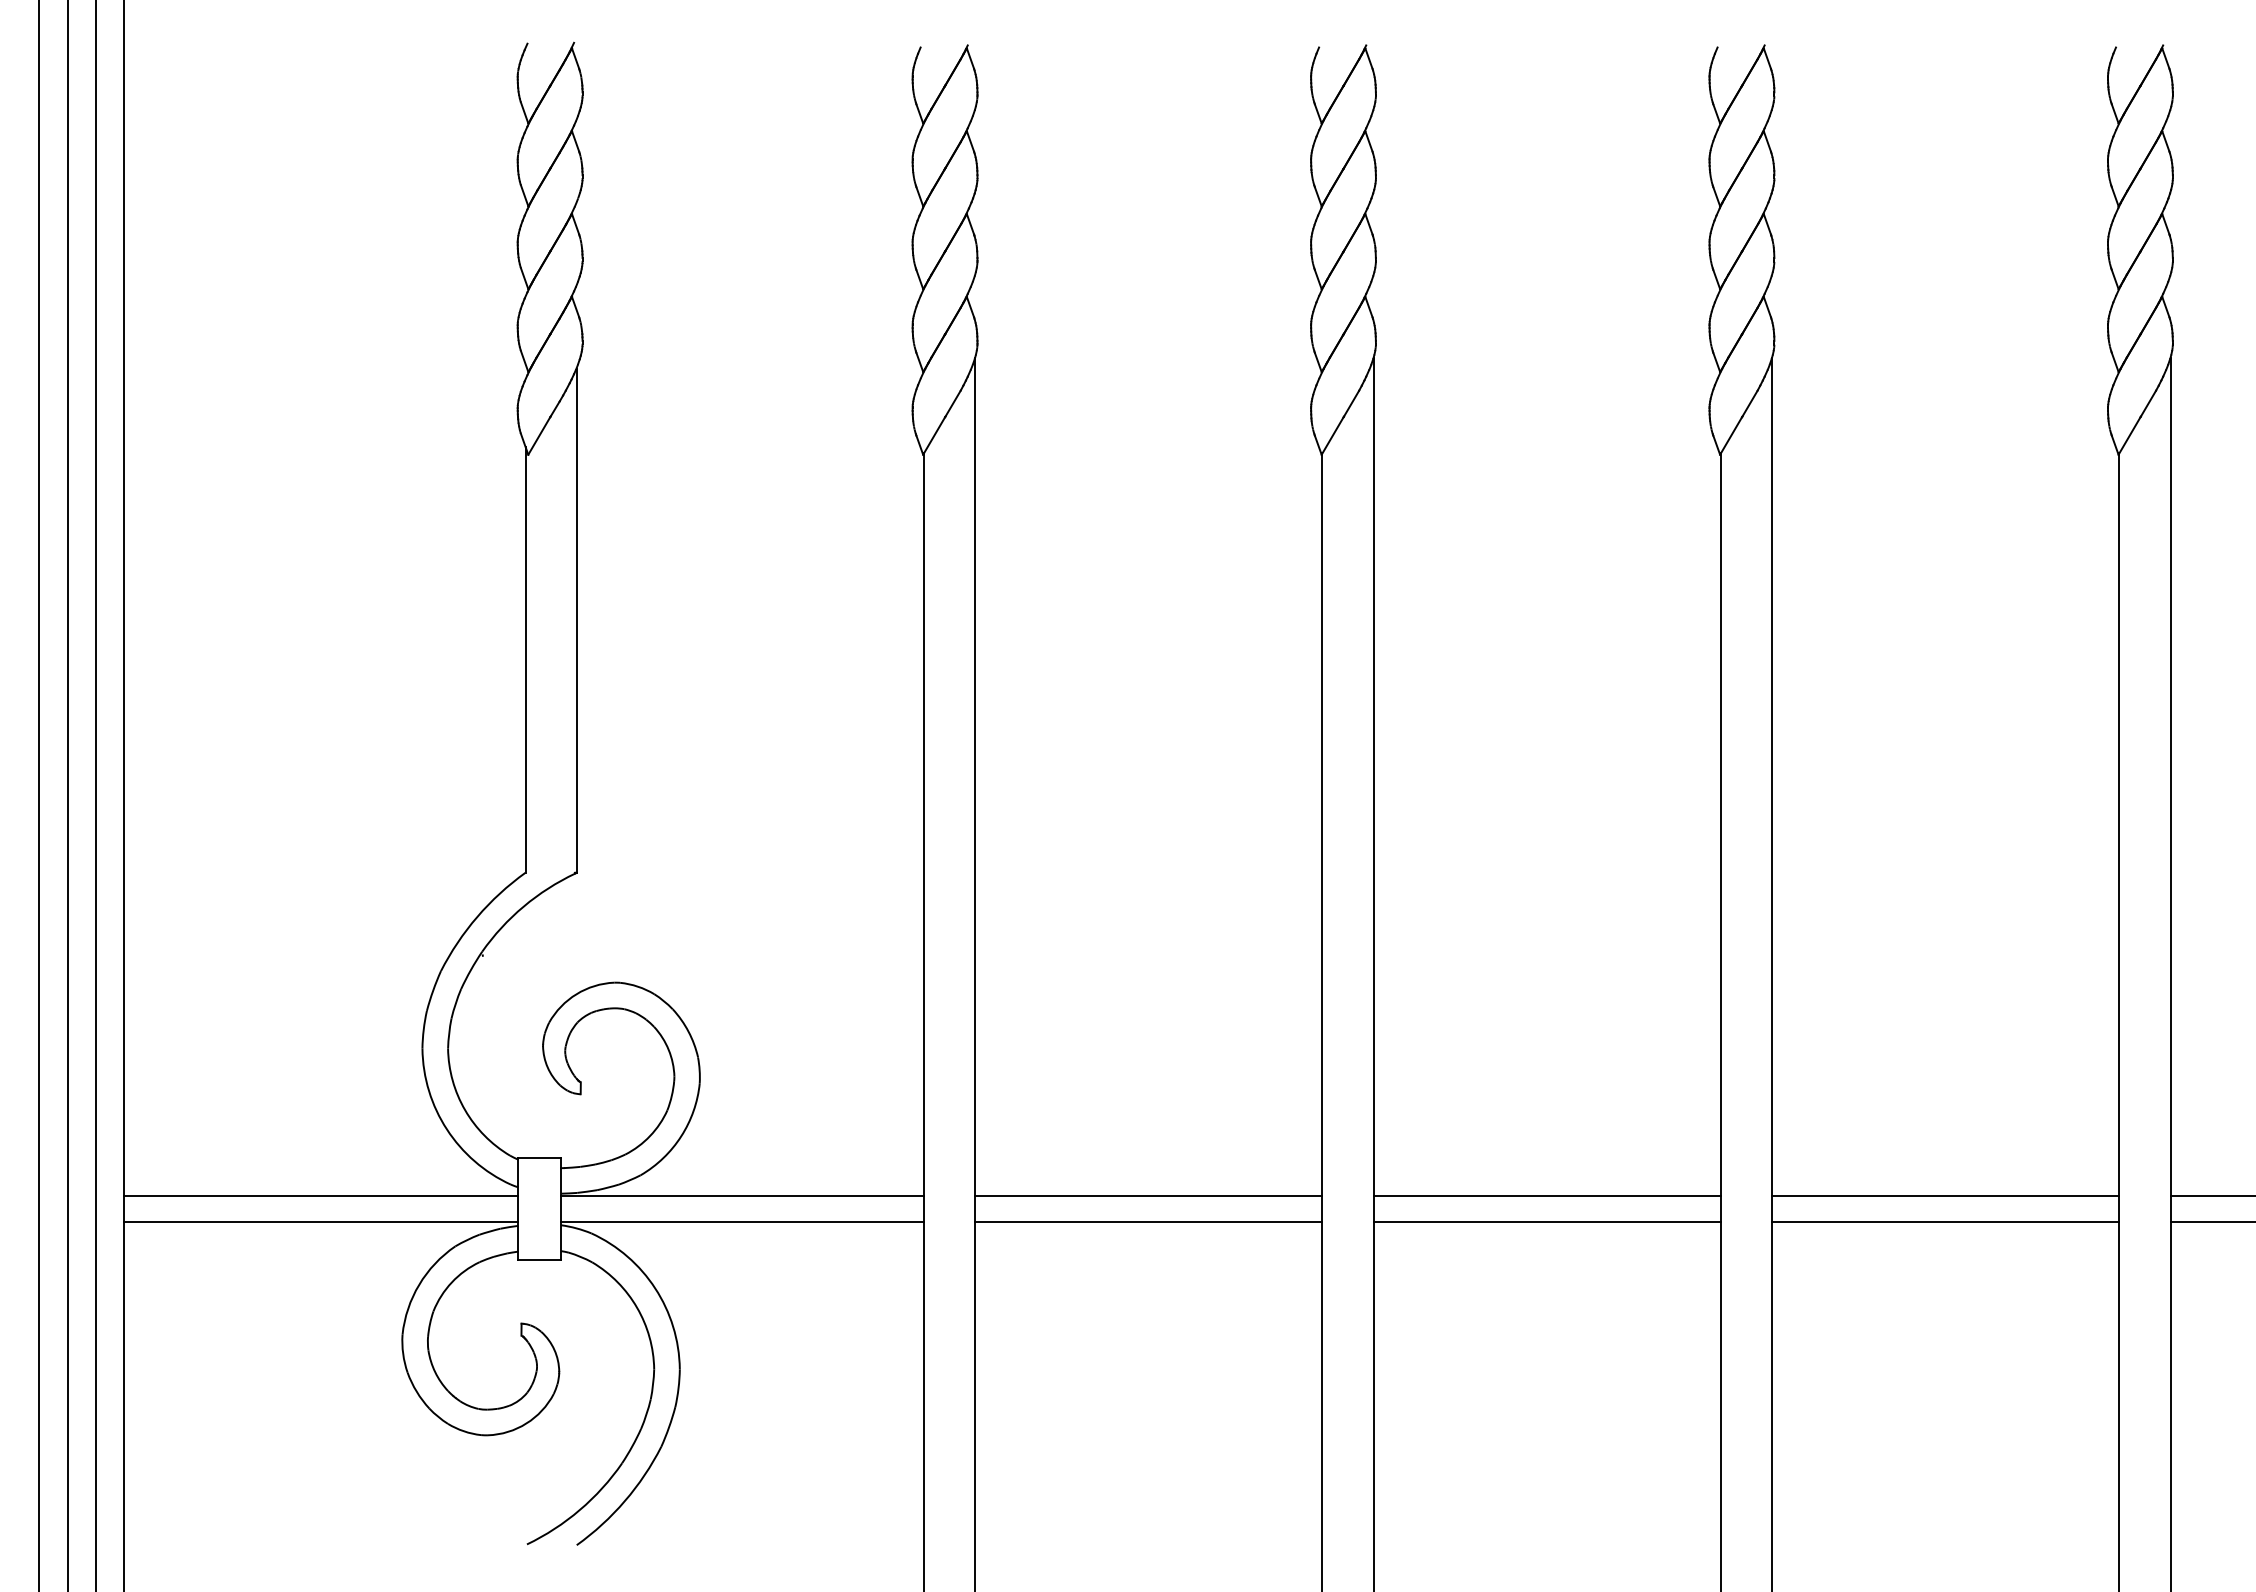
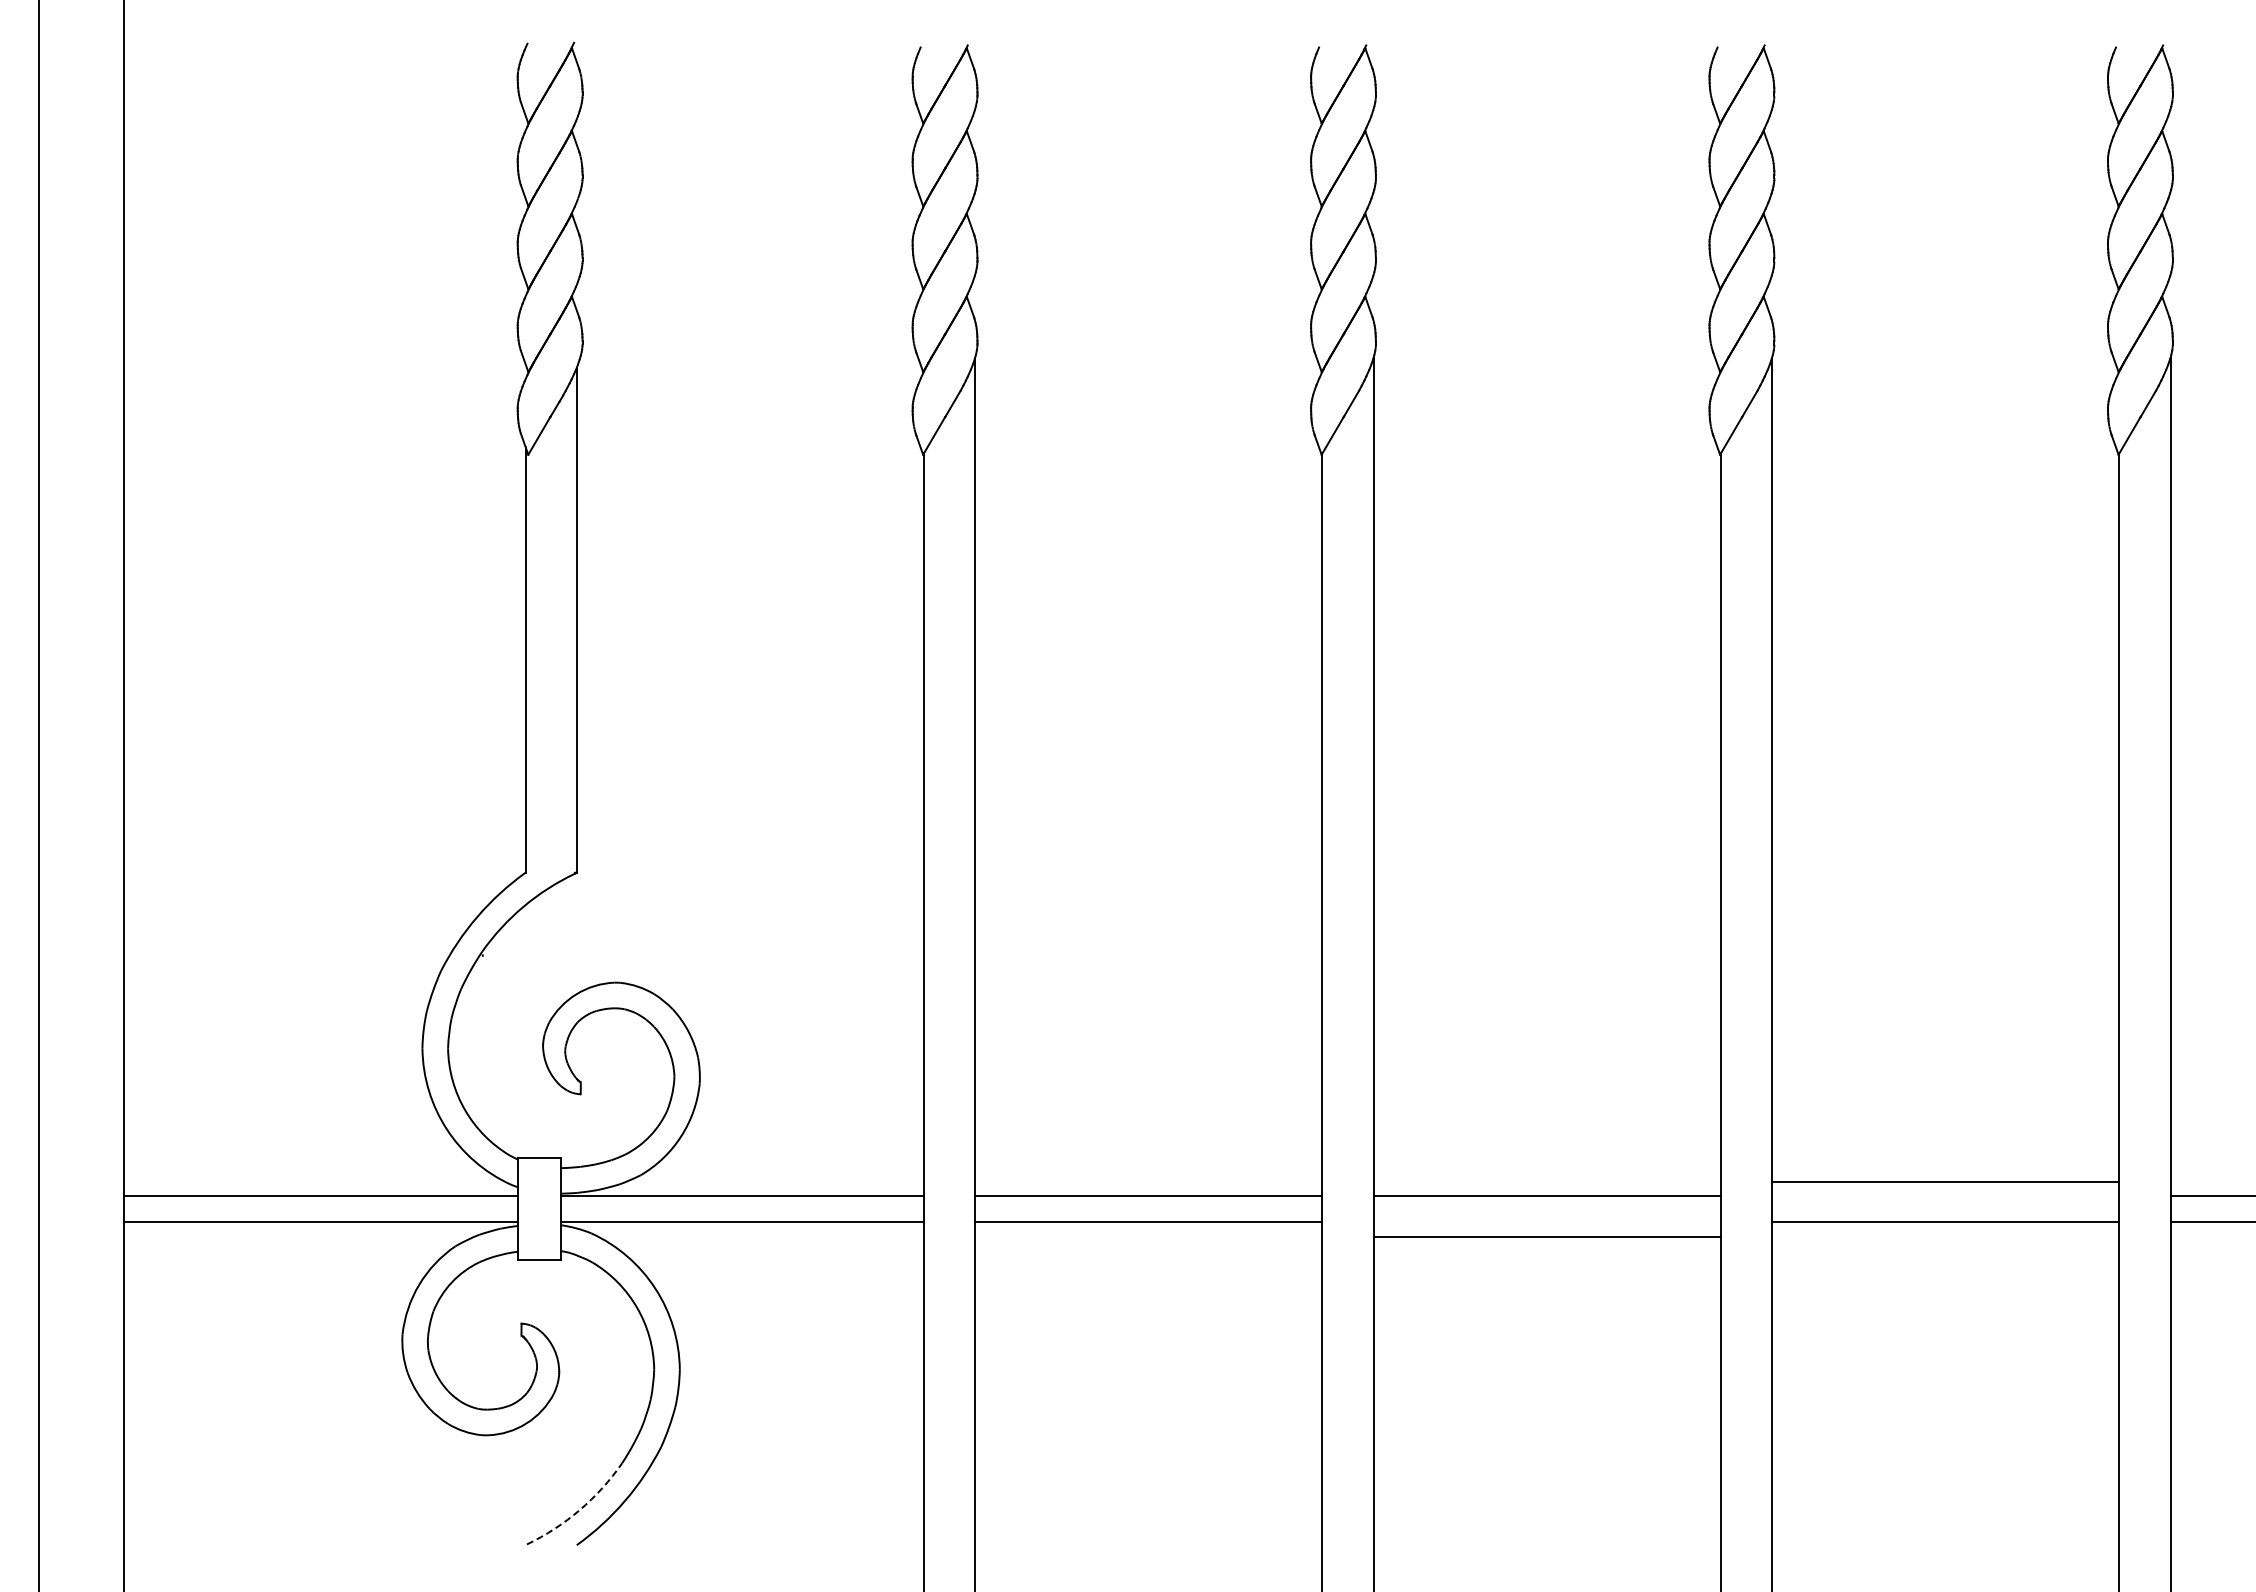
line at (67, 795): present -> none
line at (95, 795): present -> none
line at (1945, 1196) position: (1945, 1196) -> (1945, 1182)
line at (1546, 1221) position: (1546, 1221) -> (1546, 1236)
arc at (579, 1510): solid -> dashed
